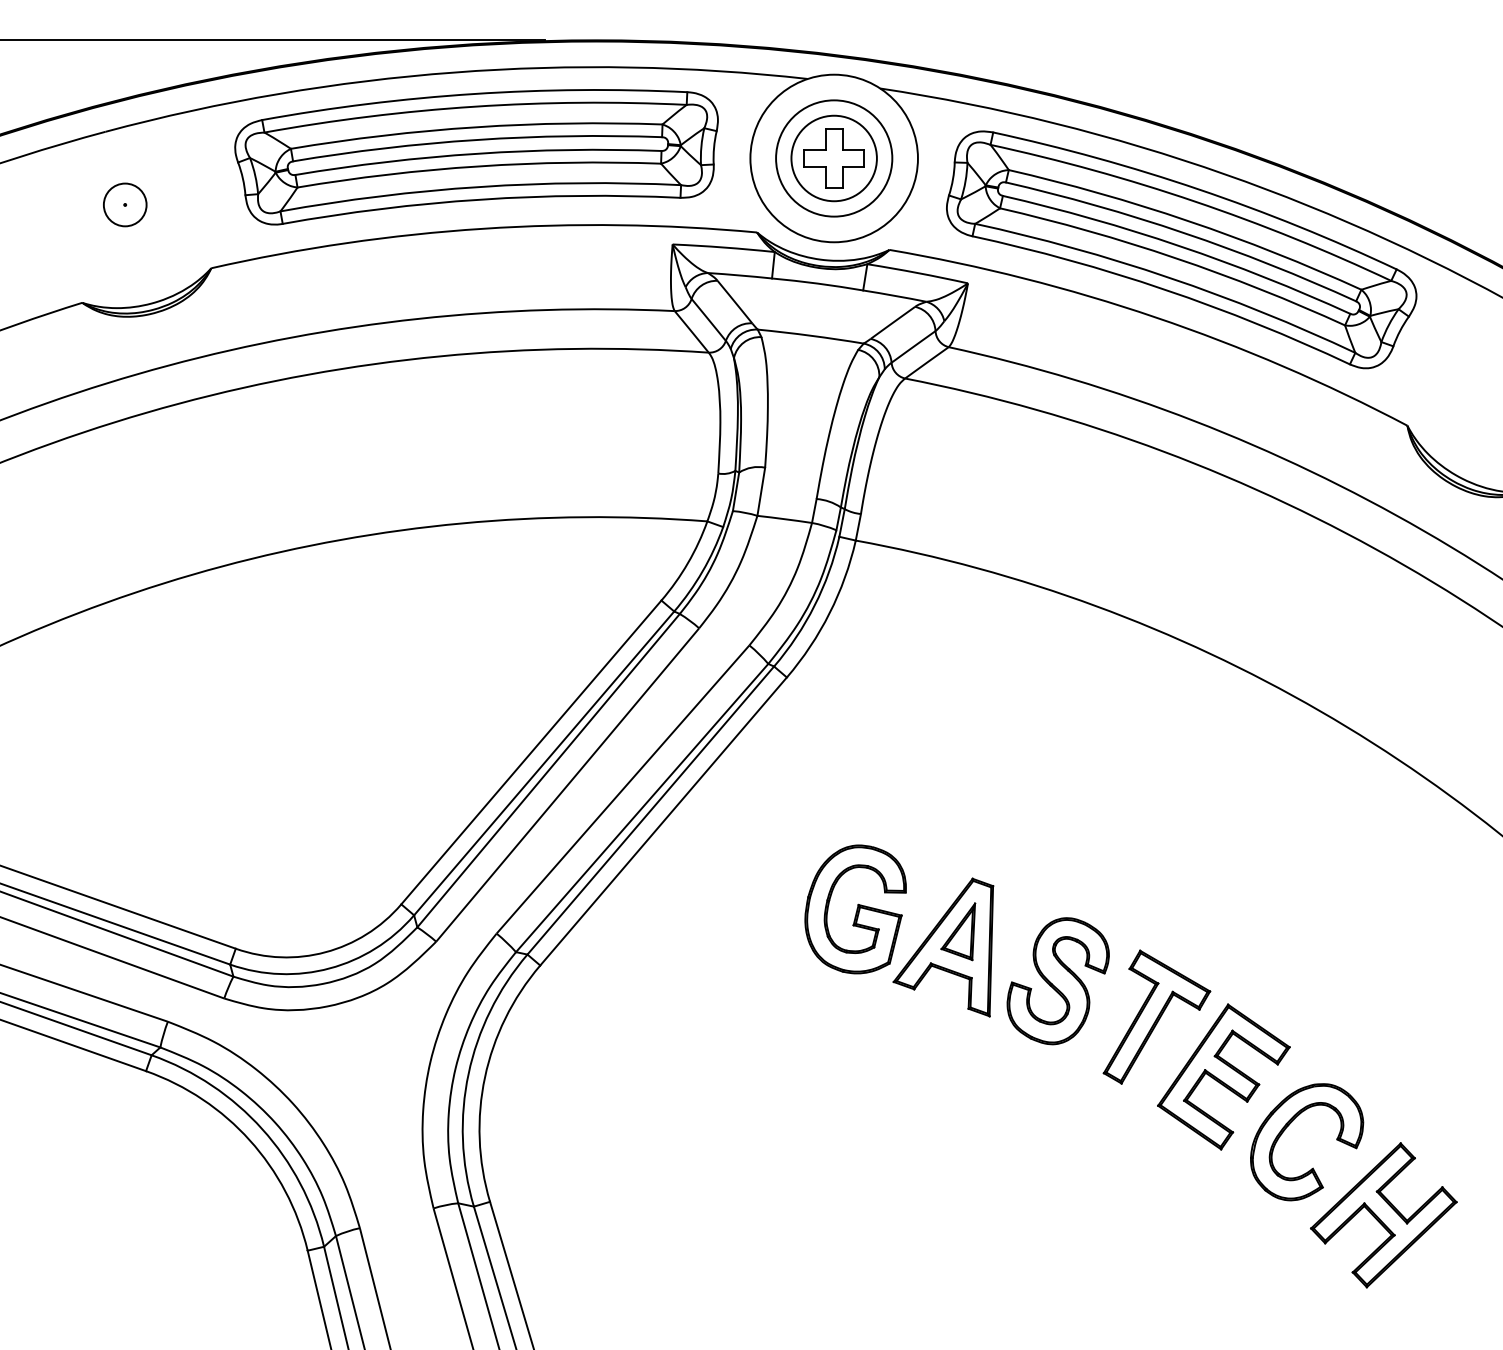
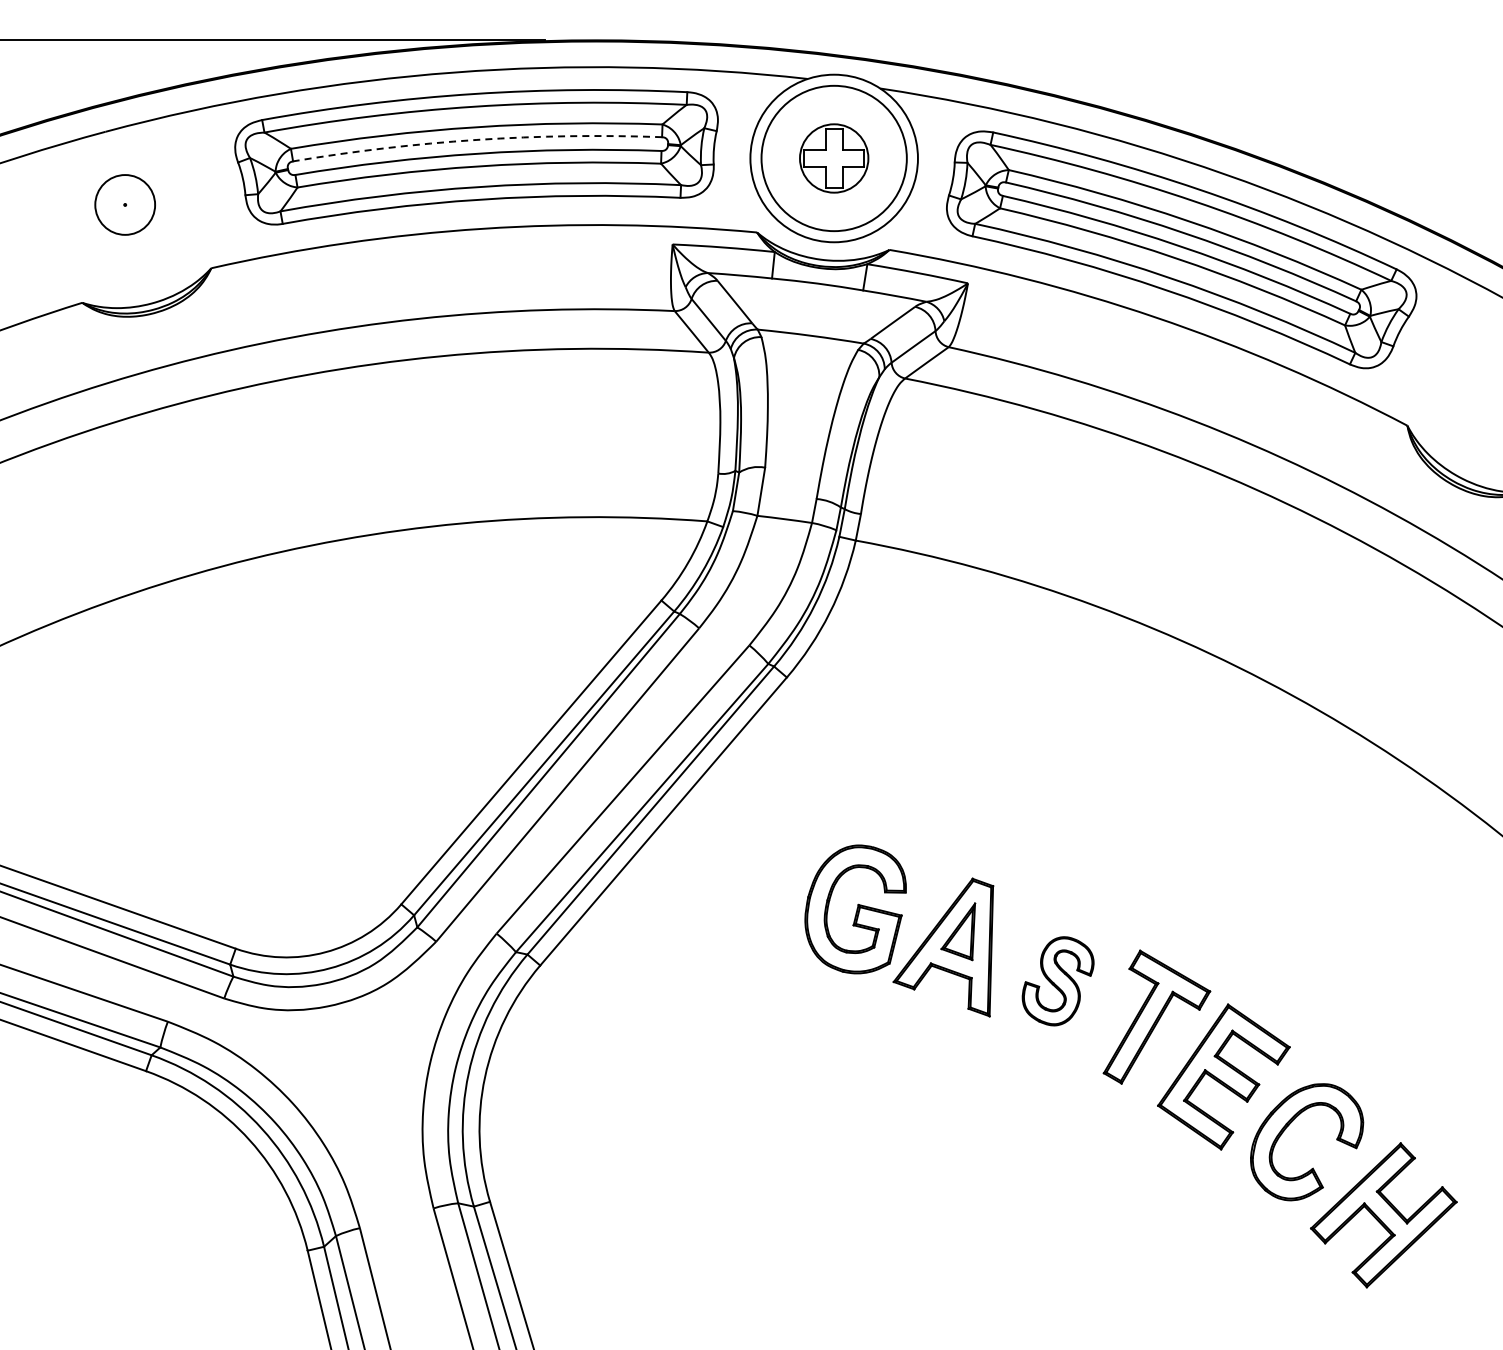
arc at (476, 139): solid -> dashed
circle at (833, 158) diameter: 85 px -> 68 px
circle at (834, 158) diameter: 116 px -> 145 px
circle at (124, 204) diameter: 43 px -> 60 px
part at (1057, 981) size: 104x129 px -> 74x91 px
